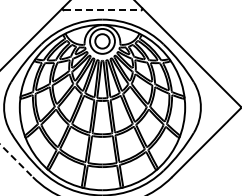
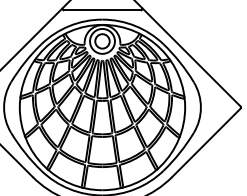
line at (102, 10): dashed -> solid
line at (16, 160): dashed -> solid
